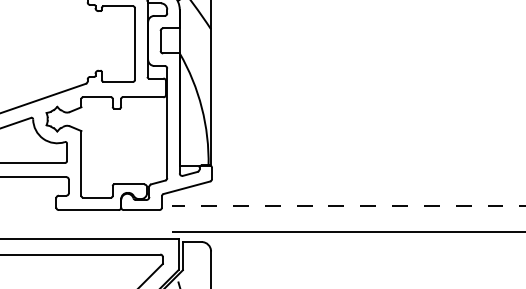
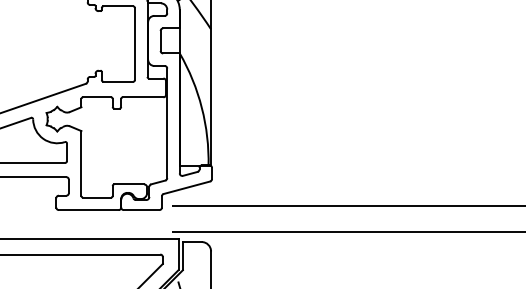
line at (348, 206): dashed -> solid
